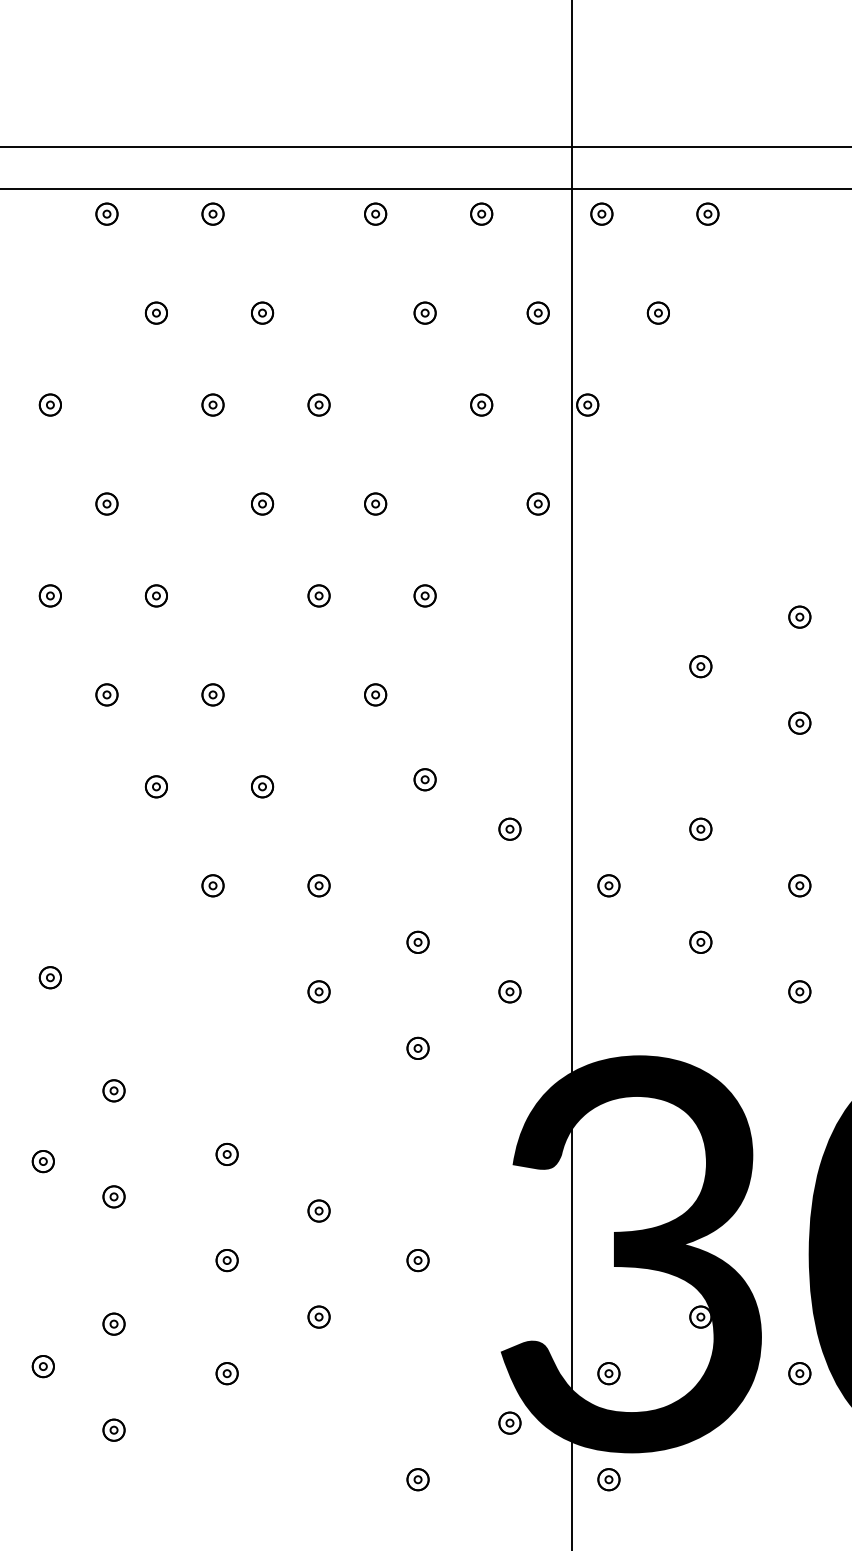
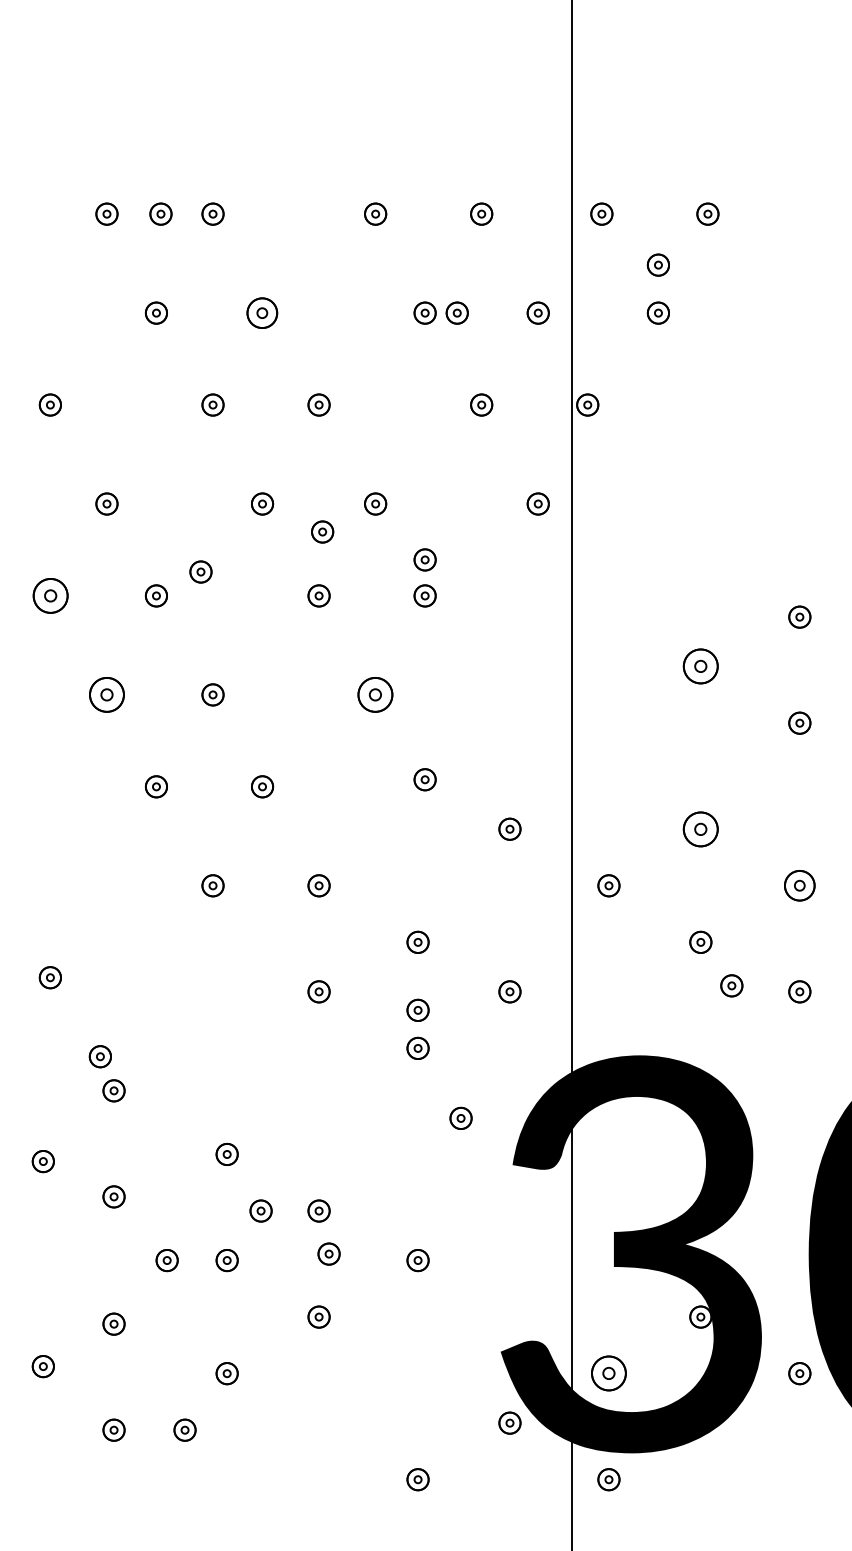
line at (425, 146): present -> none
line at (425, 189): present -> none
part at (160, 213): none -> present
part at (657, 264): none -> present
part at (262, 312) size: 24x24 px -> 33x32 px
part at (456, 312): none -> present
part at (322, 531): none -> present
part at (424, 559): none -> present
part at (200, 571): none -> present
part at (49, 595) size: 24x24 px -> 37x36 px
part at (700, 666) size: 24x24 px -> 37x37 px
part at (106, 694) size: 24x24 px -> 36x36 px
part at (375, 694) size: 24x24 px -> 37x36 px
part at (700, 828) size: 24x24 px -> 37x37 px
part at (799, 885) size: 24x24 px -> 32x32 px
part at (731, 985): none -> present
part at (417, 1009): none -> present
part at (99, 1056): none -> present
part at (460, 1117): none -> present
part at (260, 1210): none -> present
part at (328, 1253): none -> present
part at (166, 1260): none -> present
part at (608, 1373) size: 24x24 px -> 36x37 px
part at (184, 1429): none -> present
